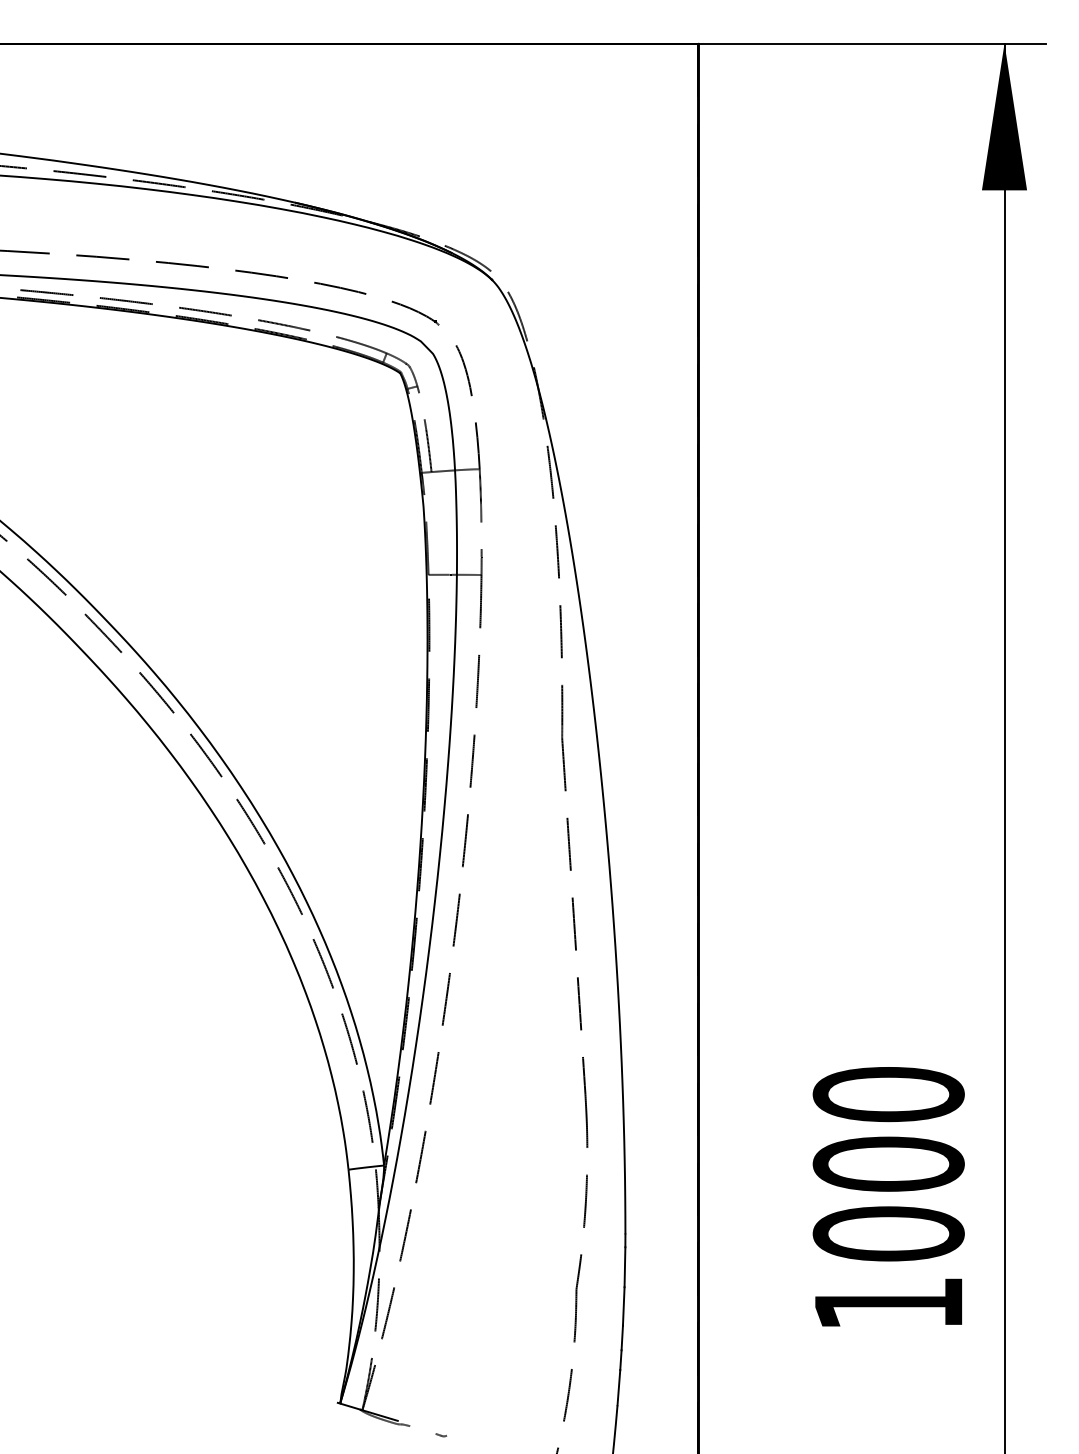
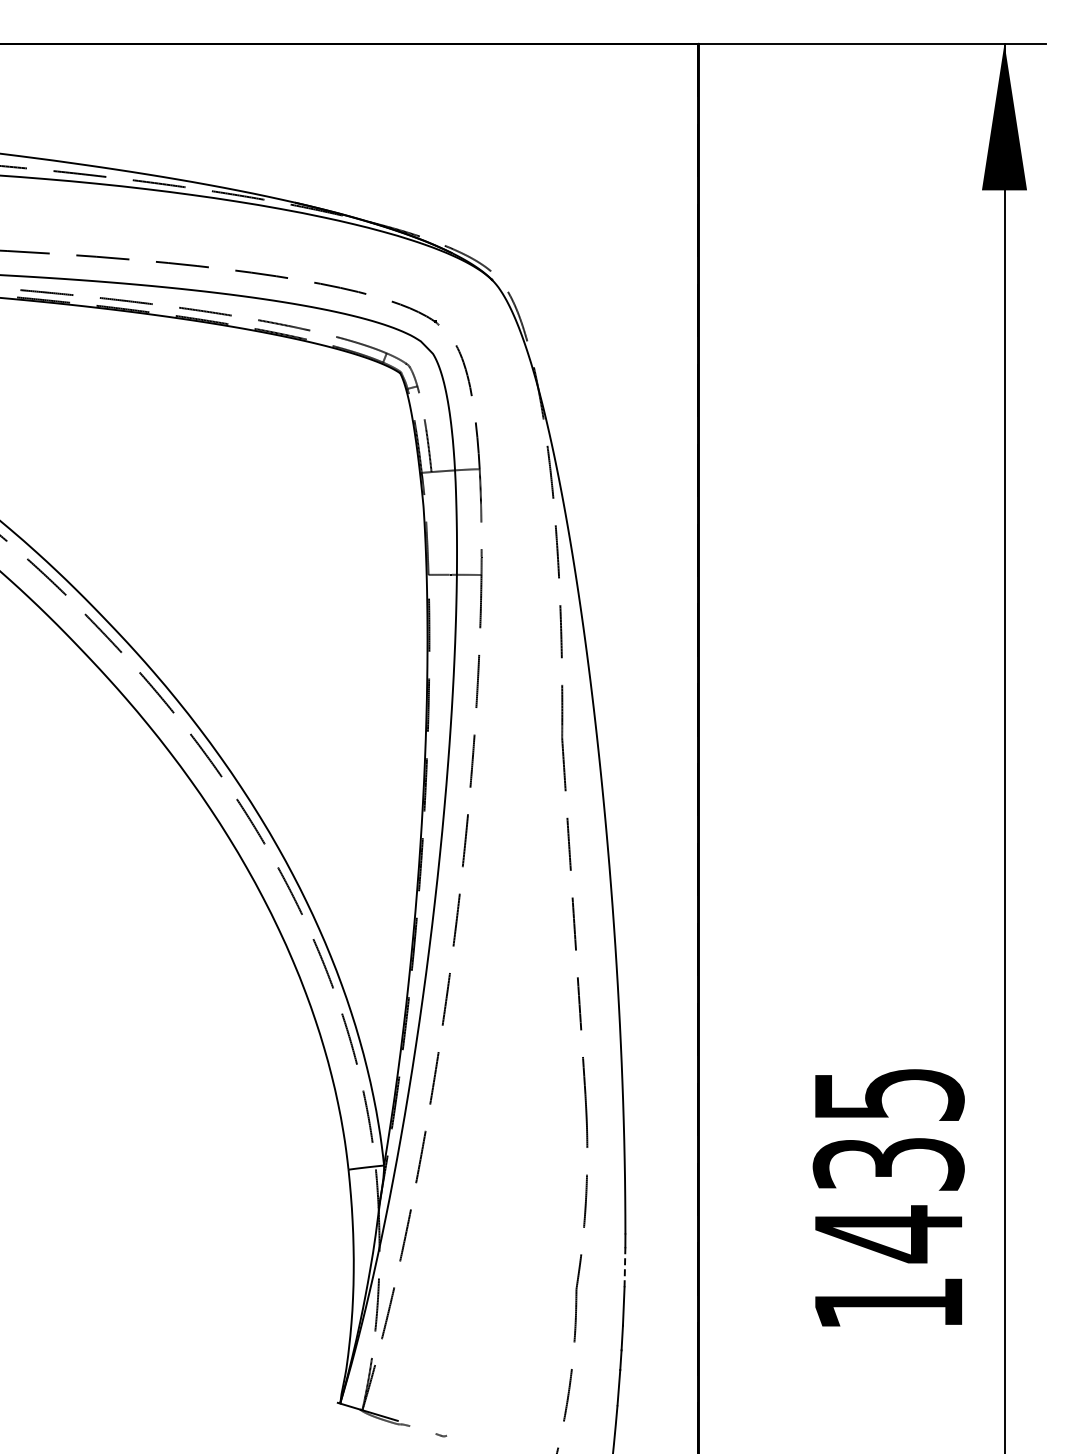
text at (888, 1165): 1000 -> 1435
line at (624, 1267): solid -> dashed
